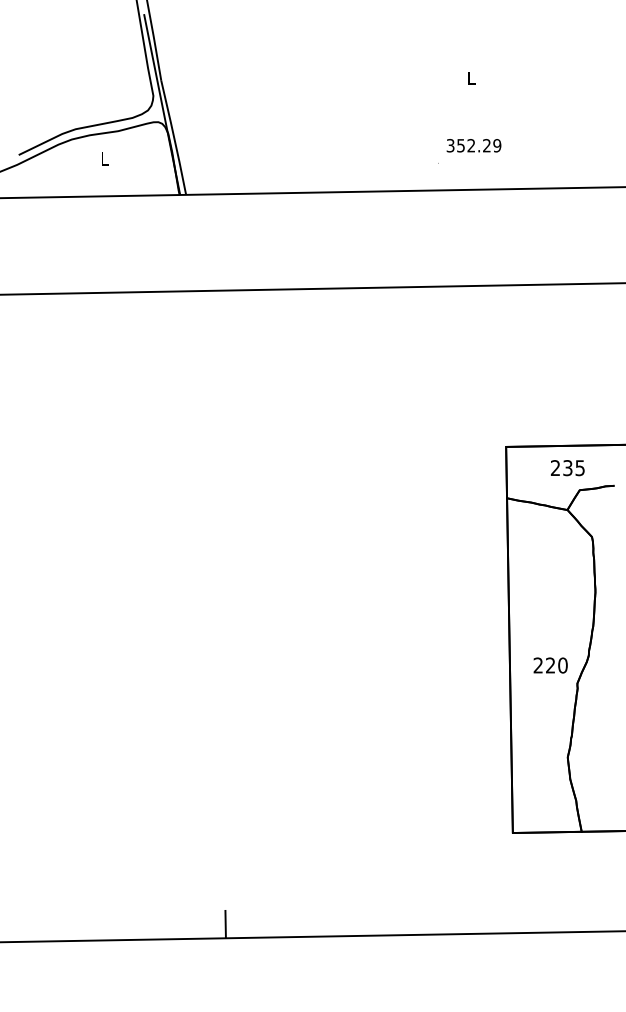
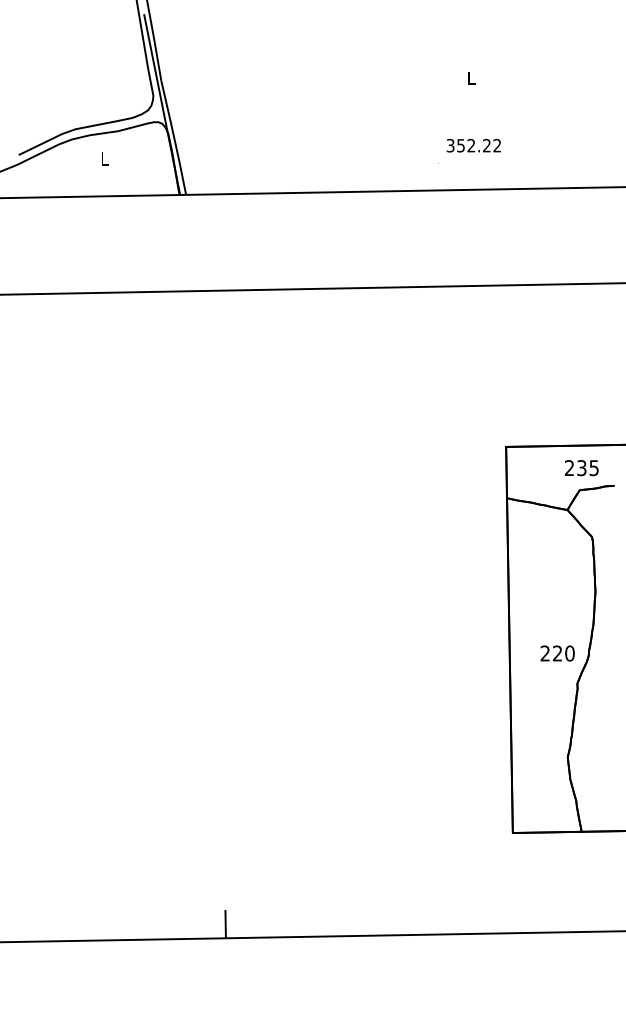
text at (497, 145): 352.29 -> 352.22
text at (567, 468) position: (567, 468) -> (581, 468)
text at (550, 665) position: (550, 665) -> (557, 653)
